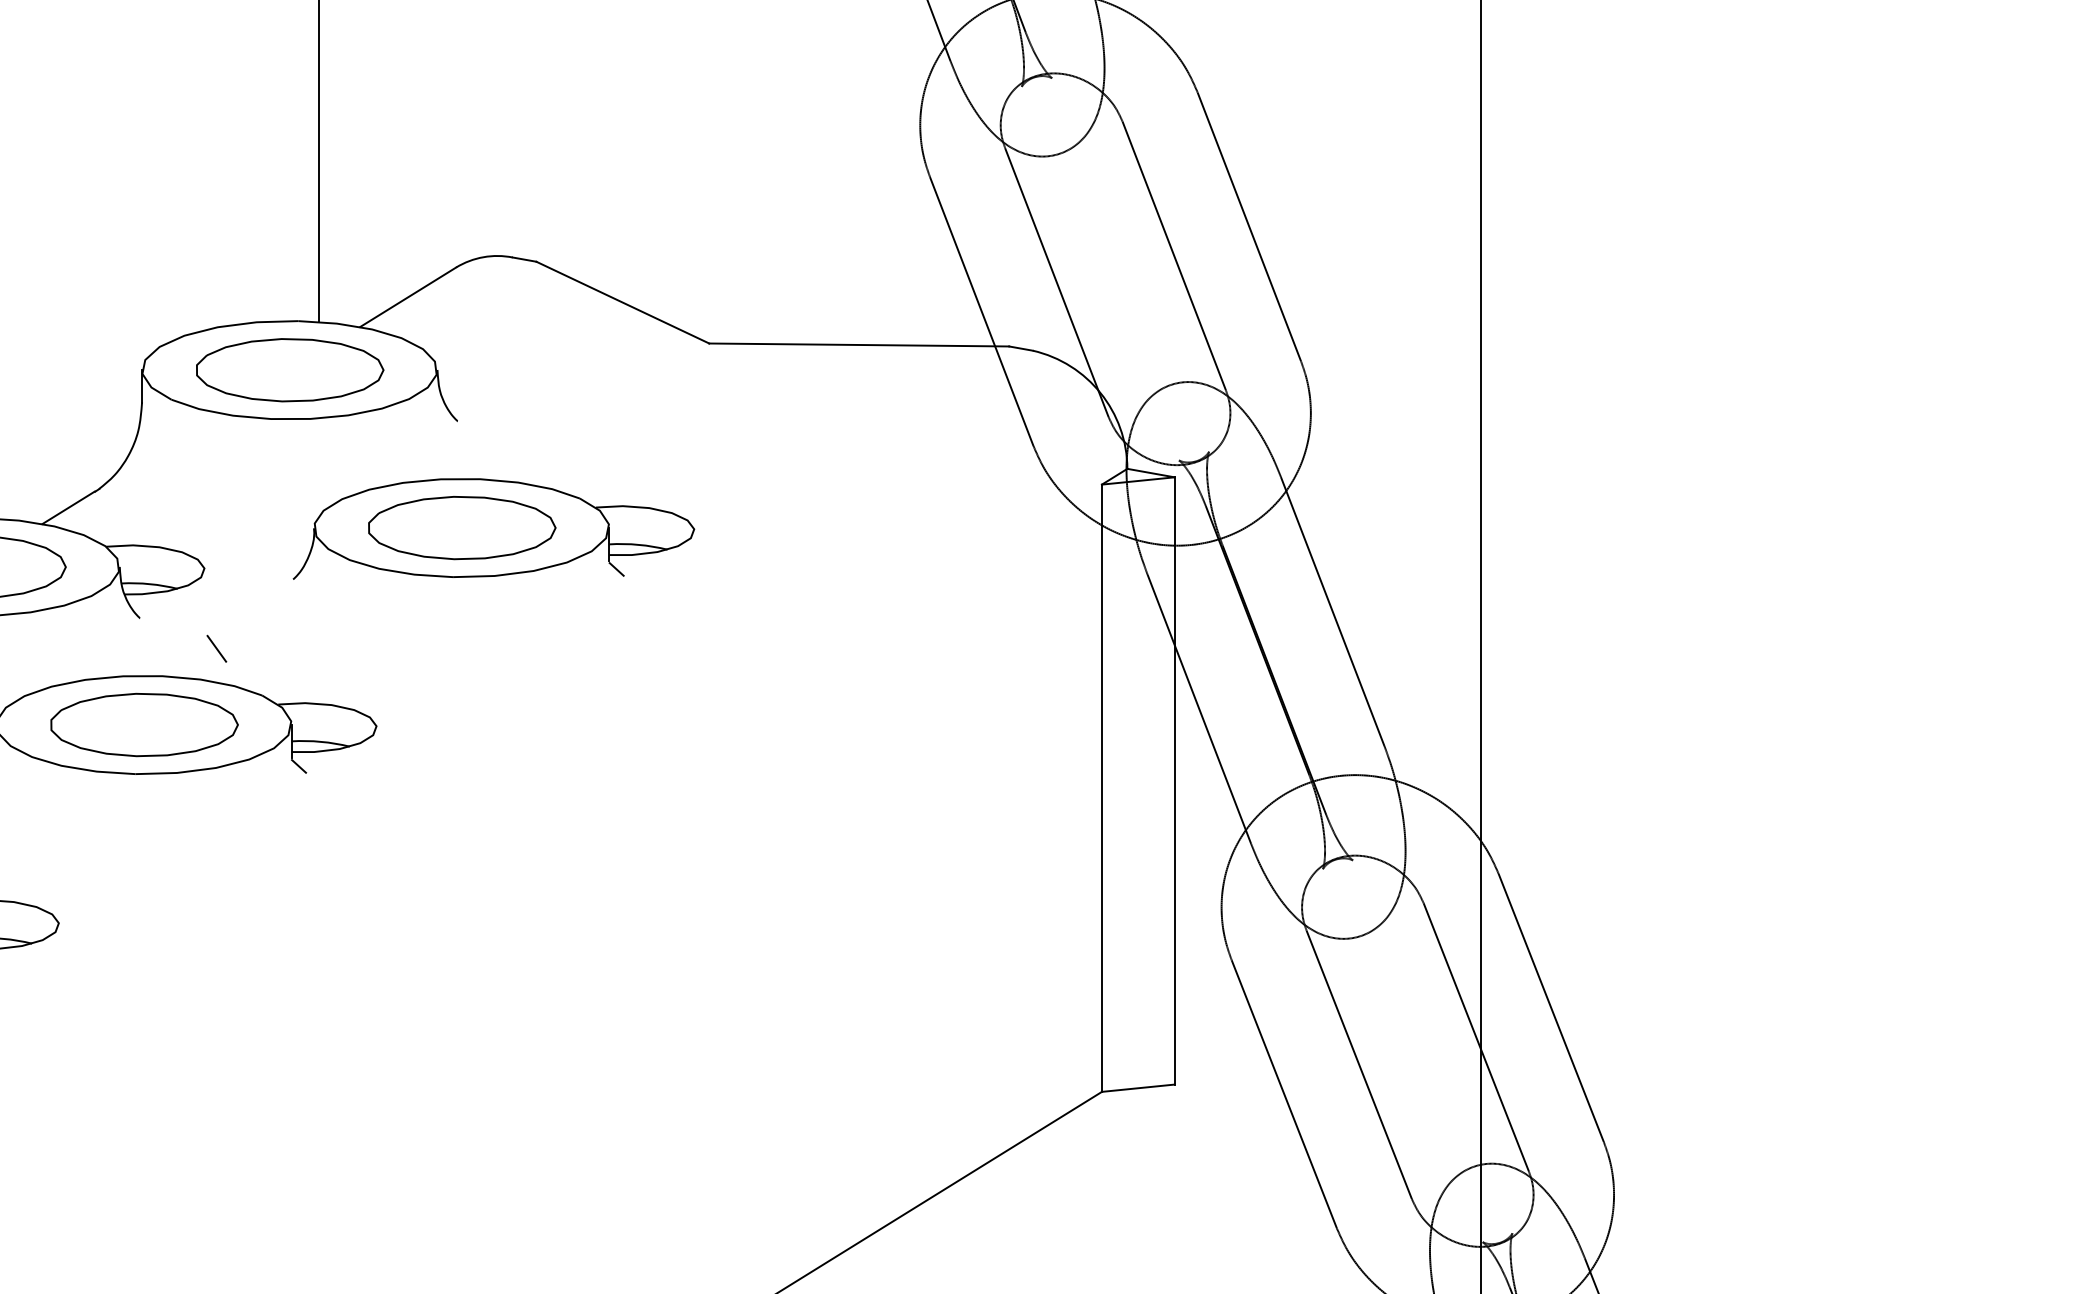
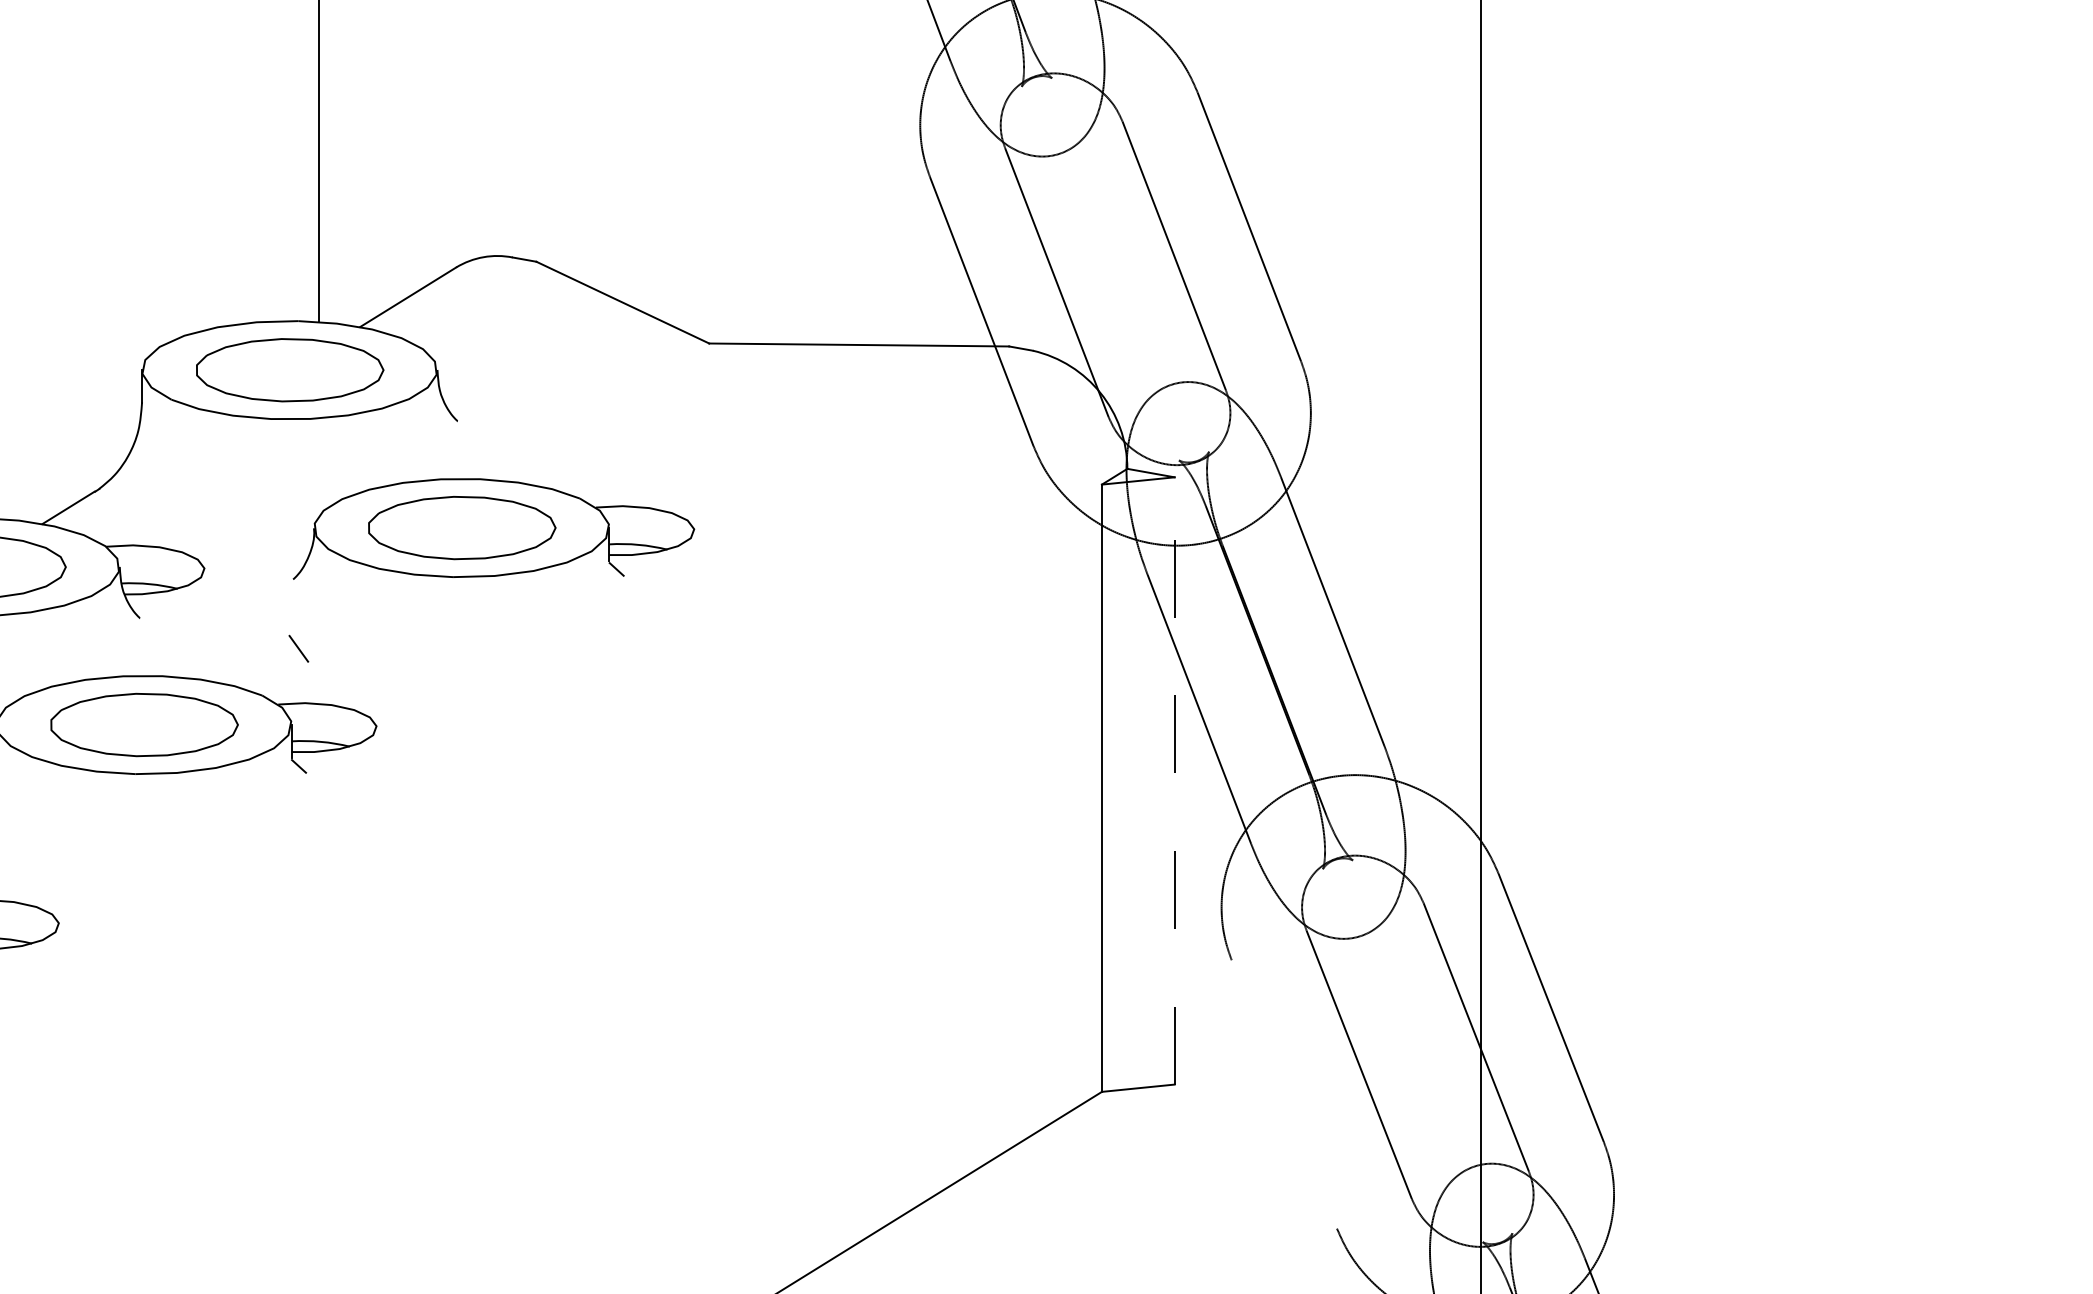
line at (216, 648) position: (216, 648) -> (298, 648)
line at (1174, 780): solid -> dashed
line at (1284, 1094): present -> none
